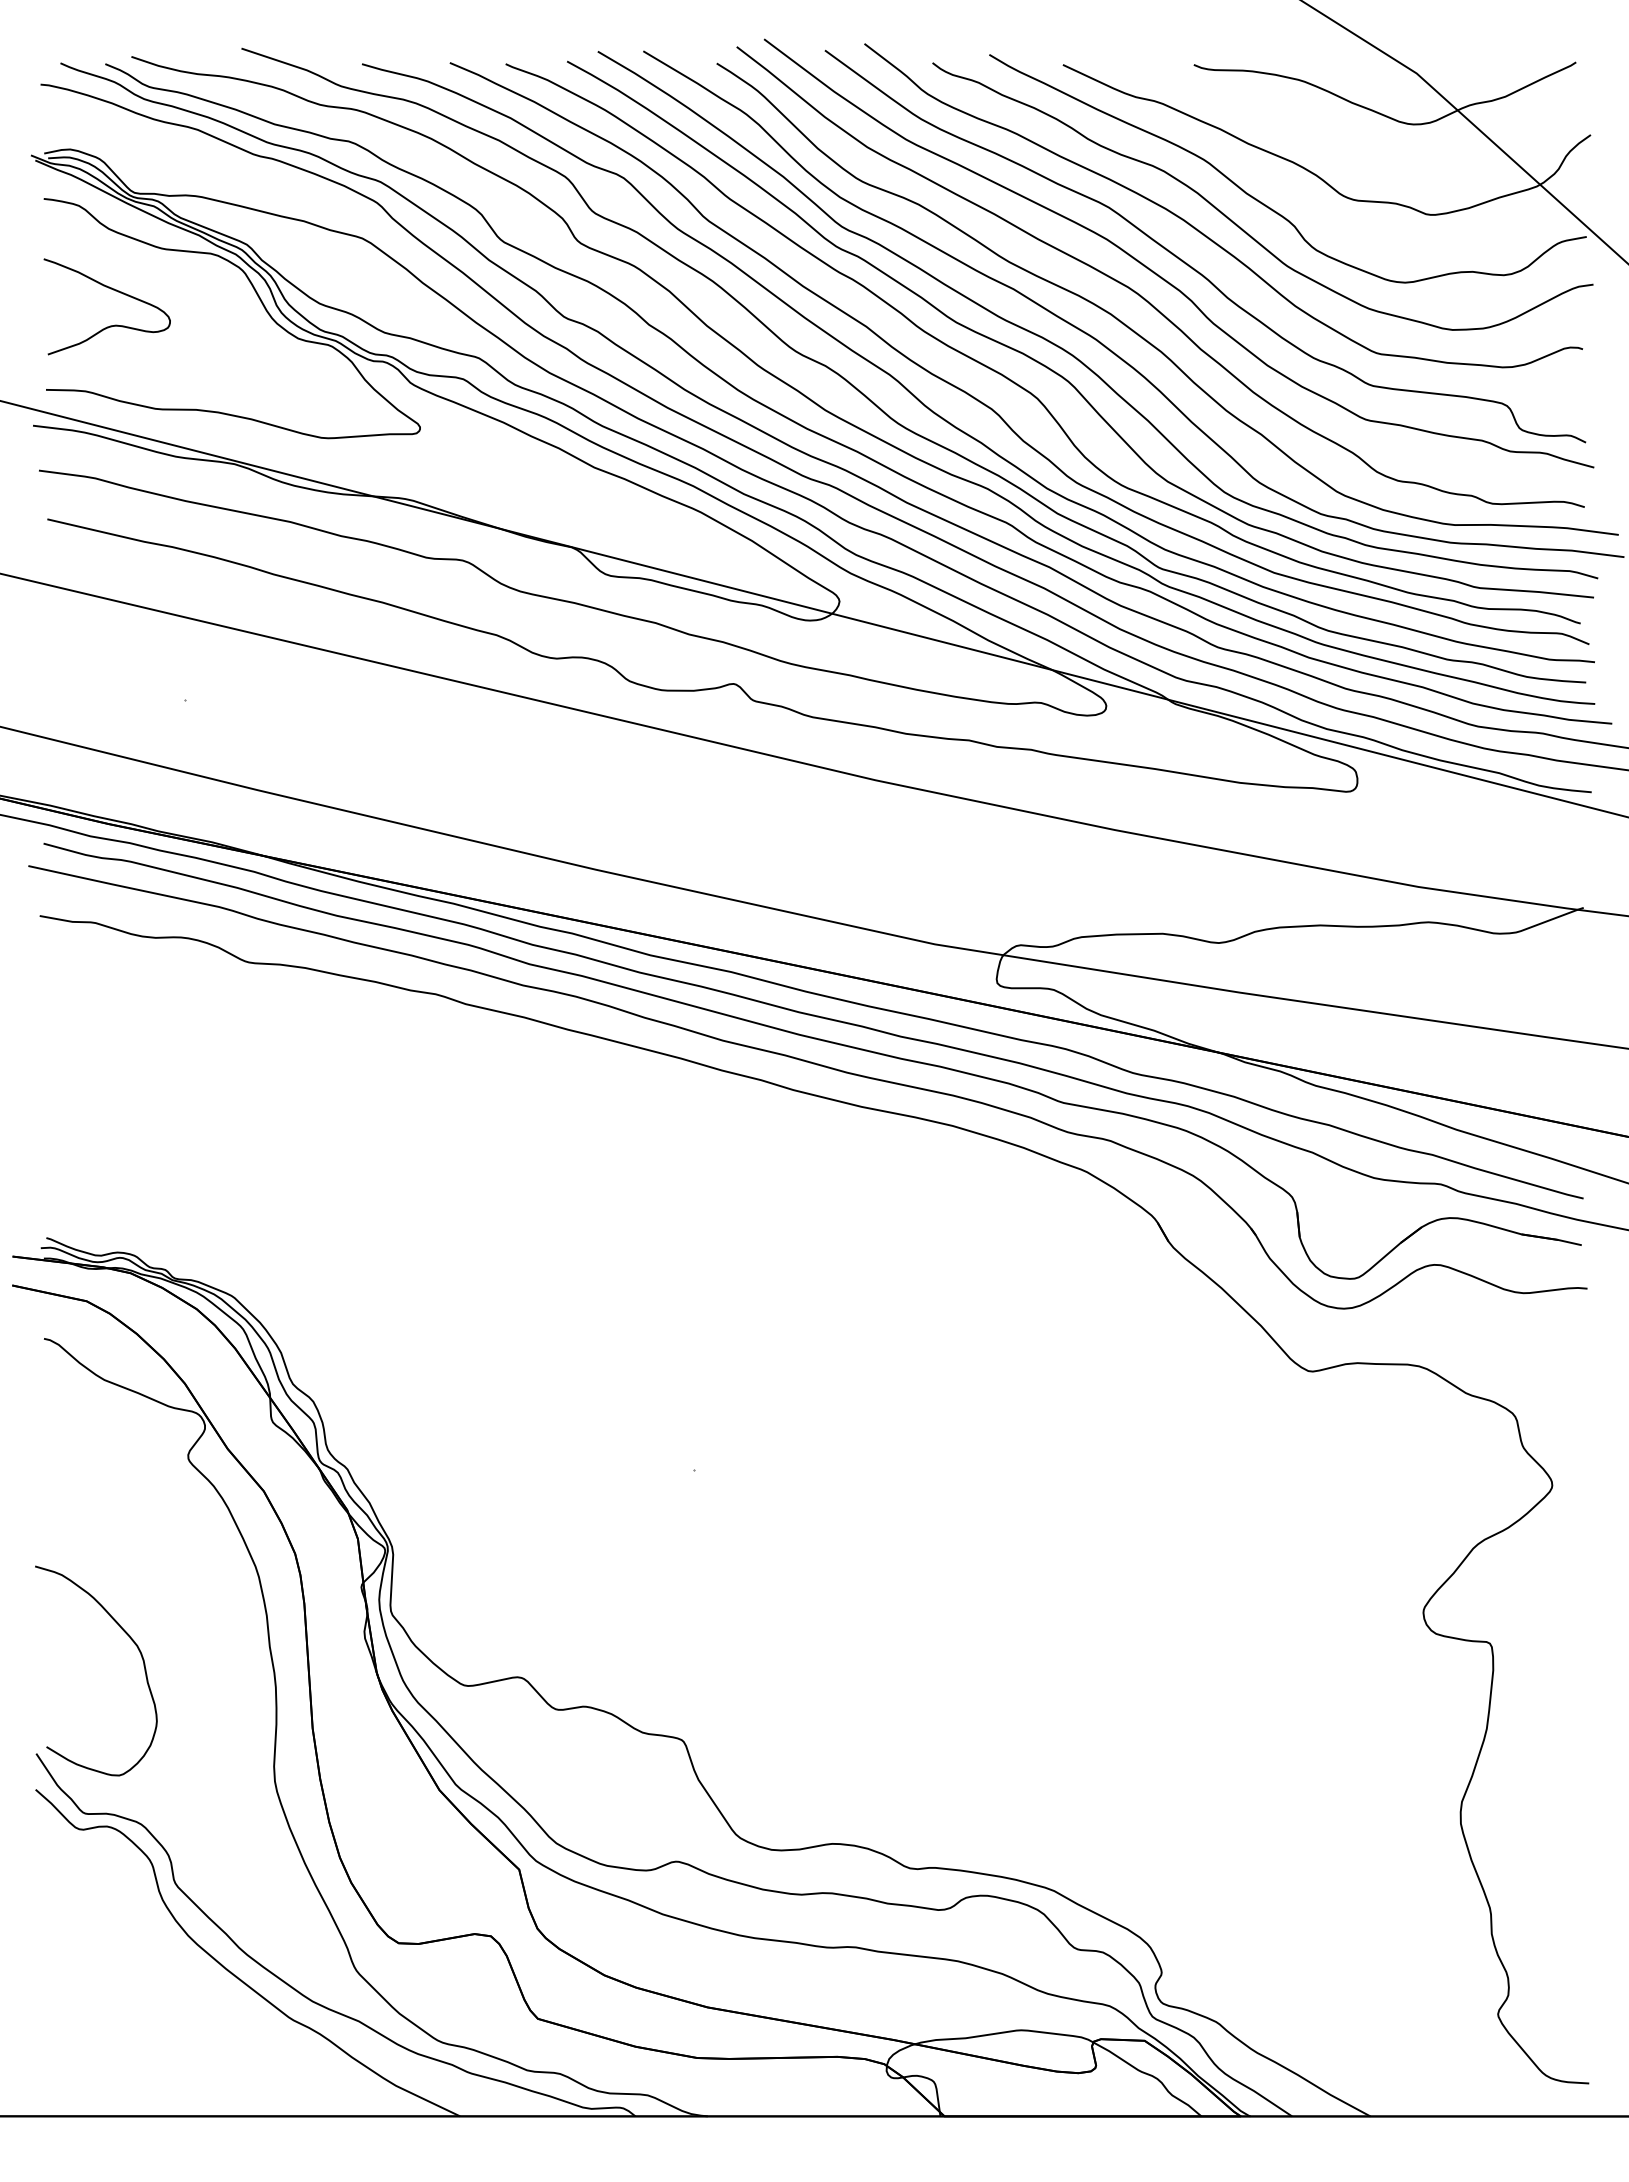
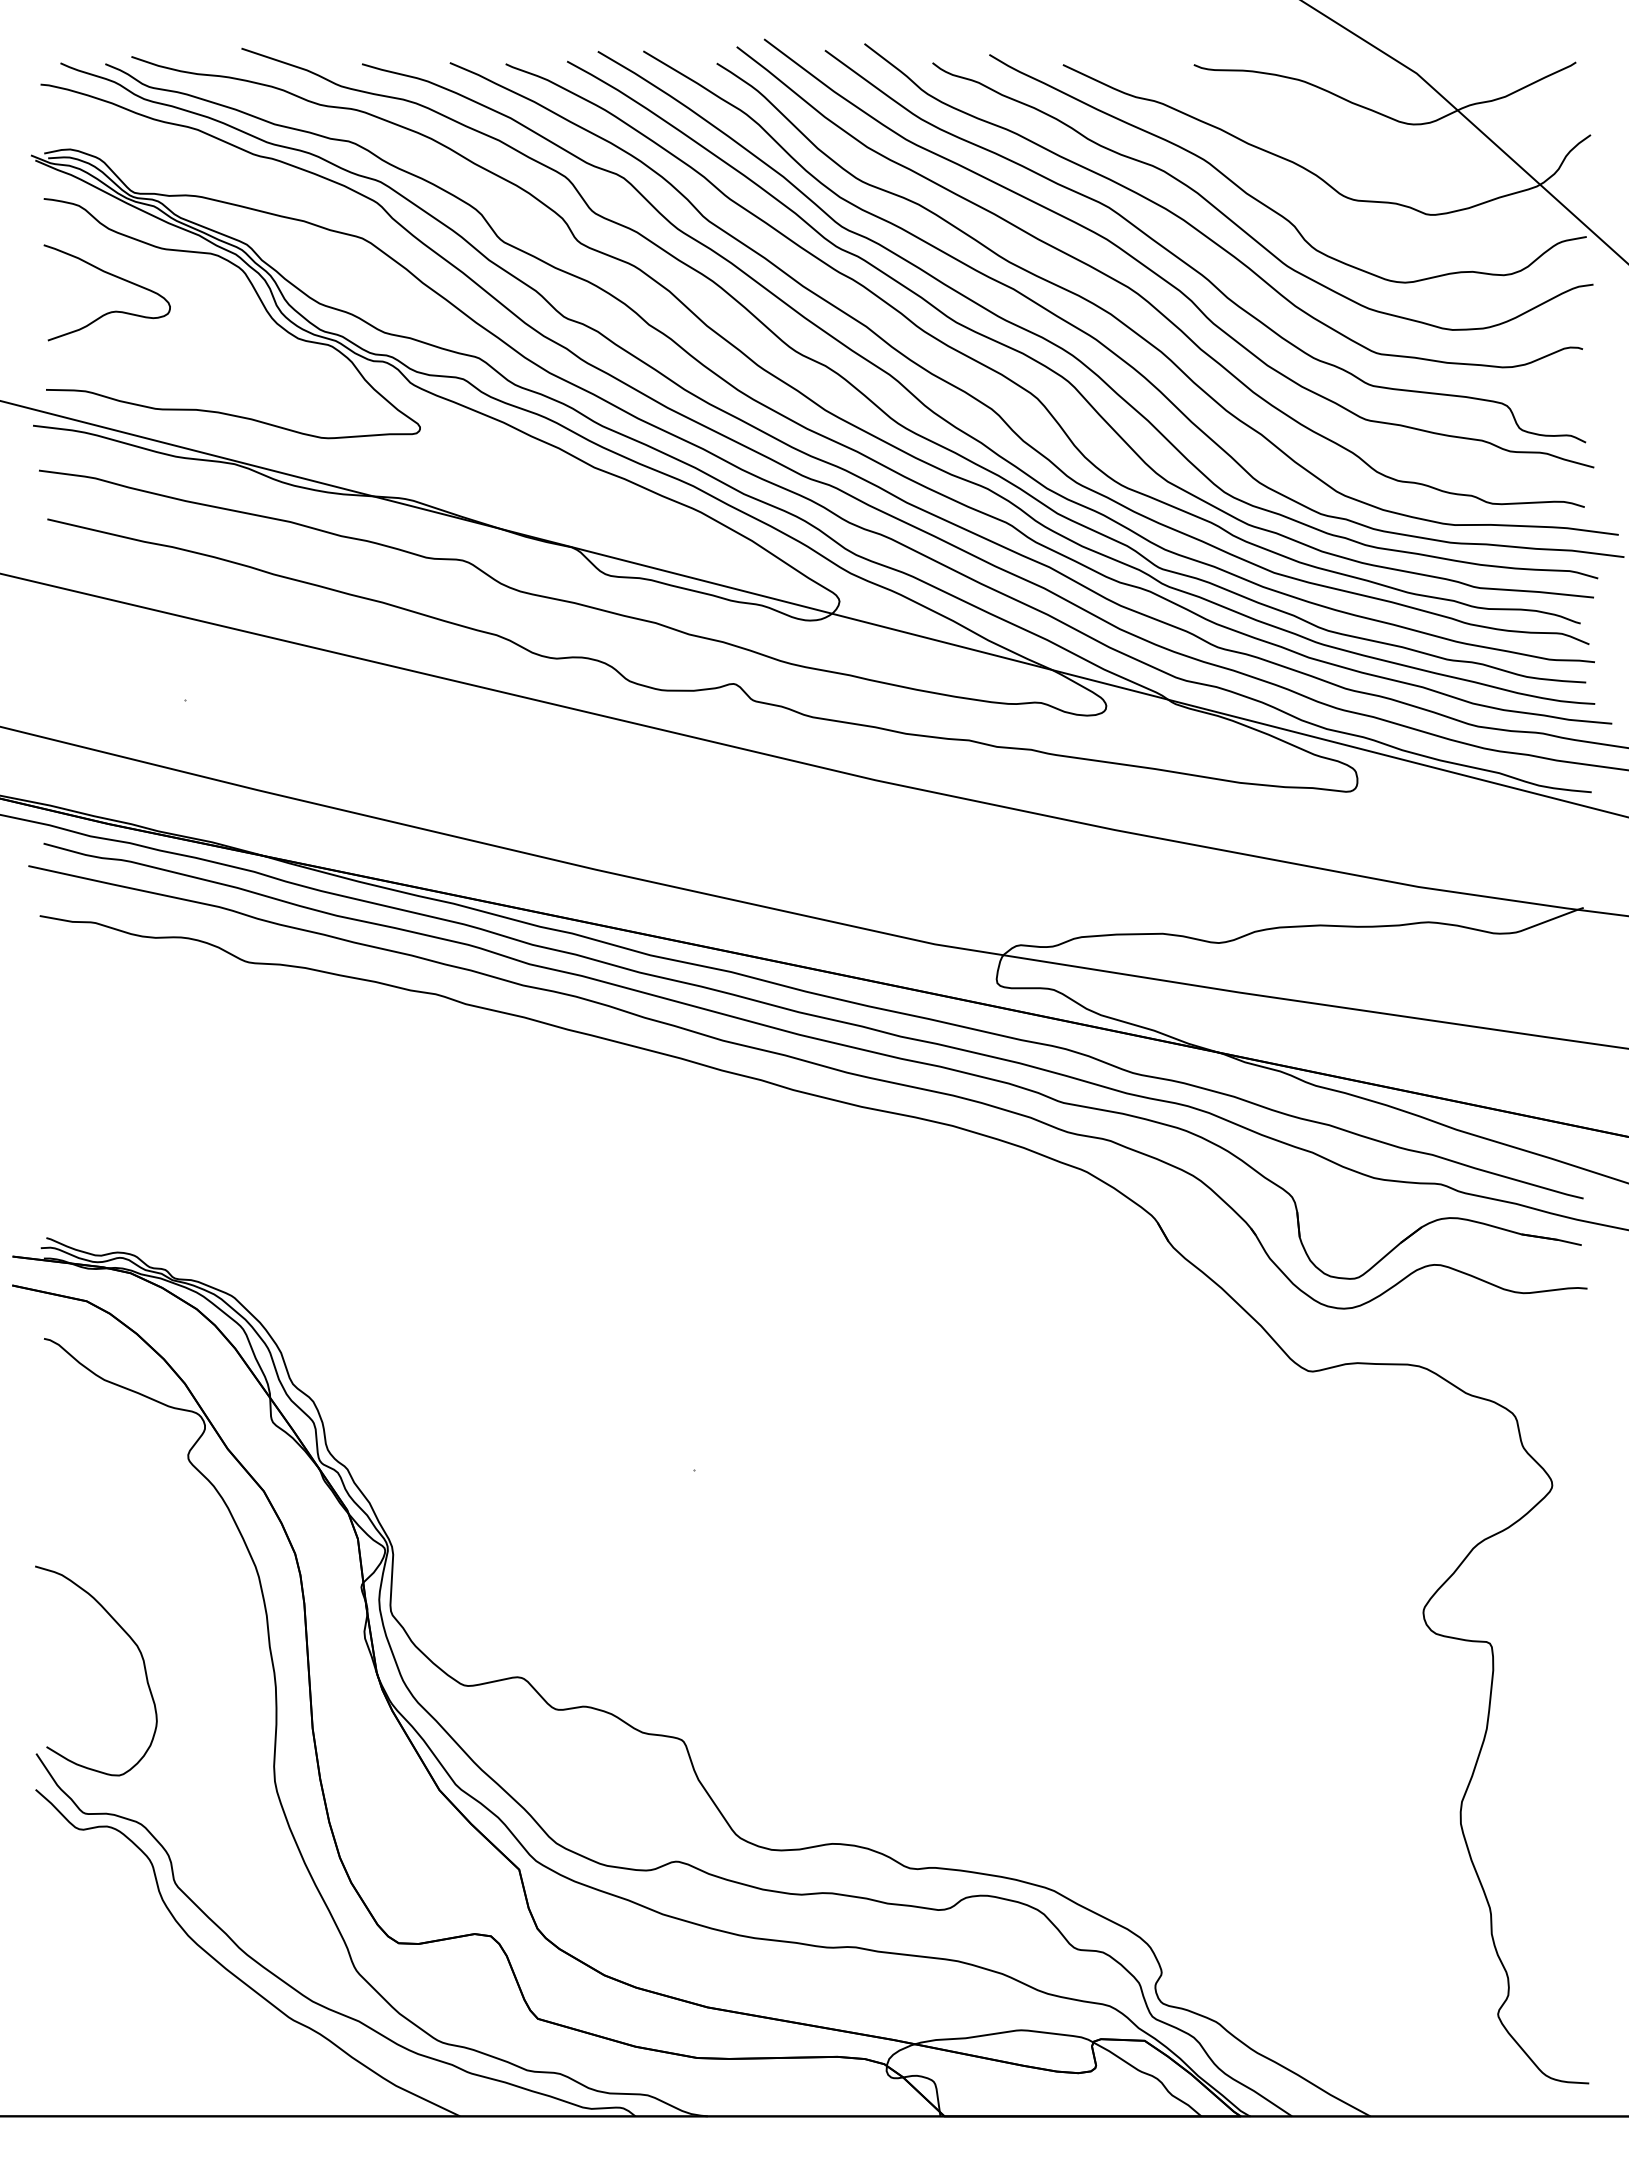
curve at (110, 289) position: (110, 289) -> (110, 275)
